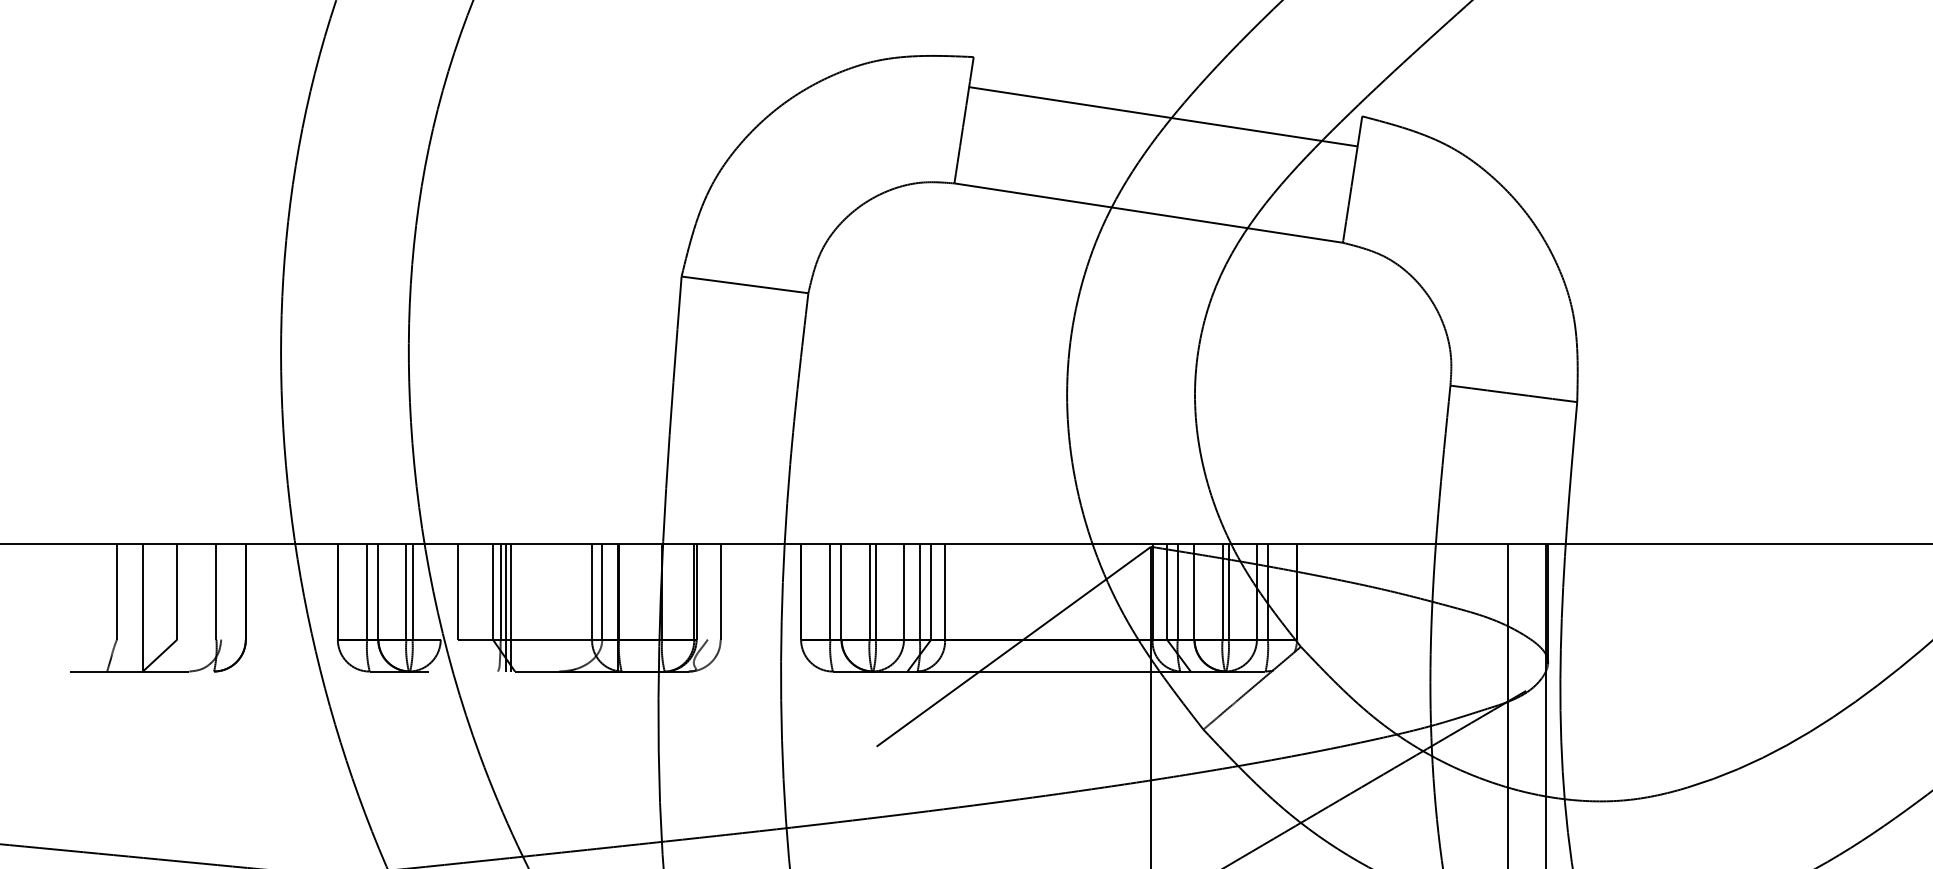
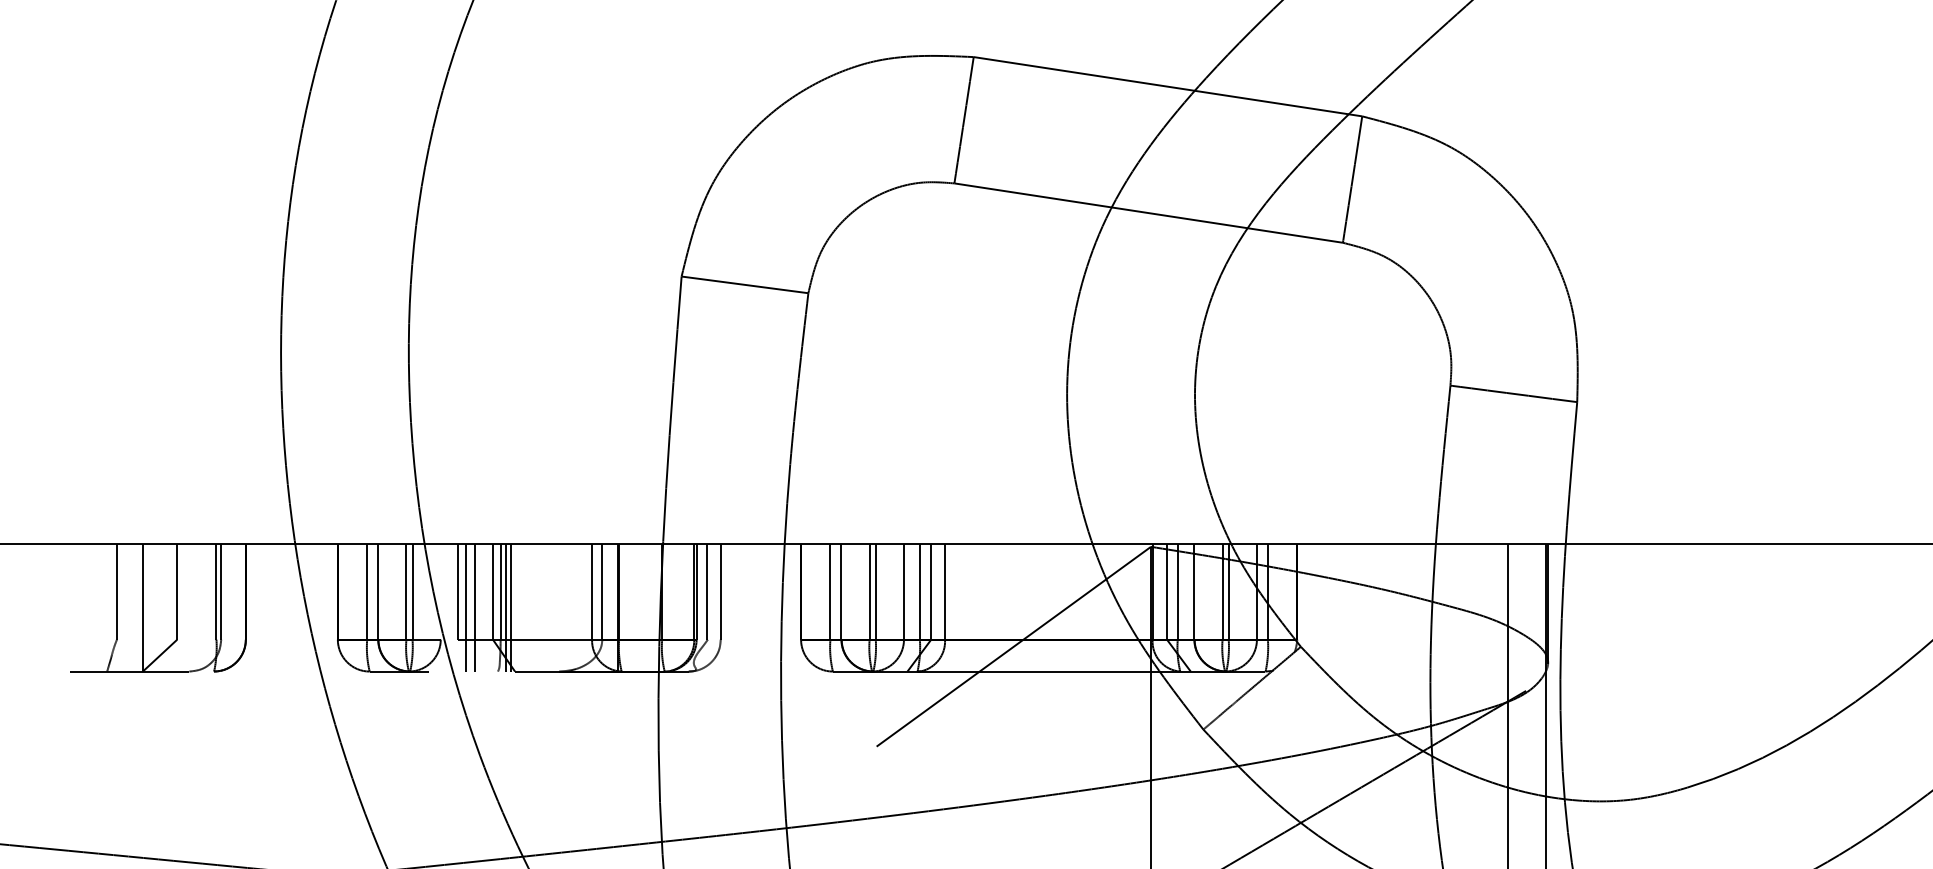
line at (1162, 116) position: (1162, 116) -> (1167, 86)
line at (221, 591): none -> present
line at (706, 591): none -> present
line at (466, 607): none -> present
line at (475, 607): none -> present
